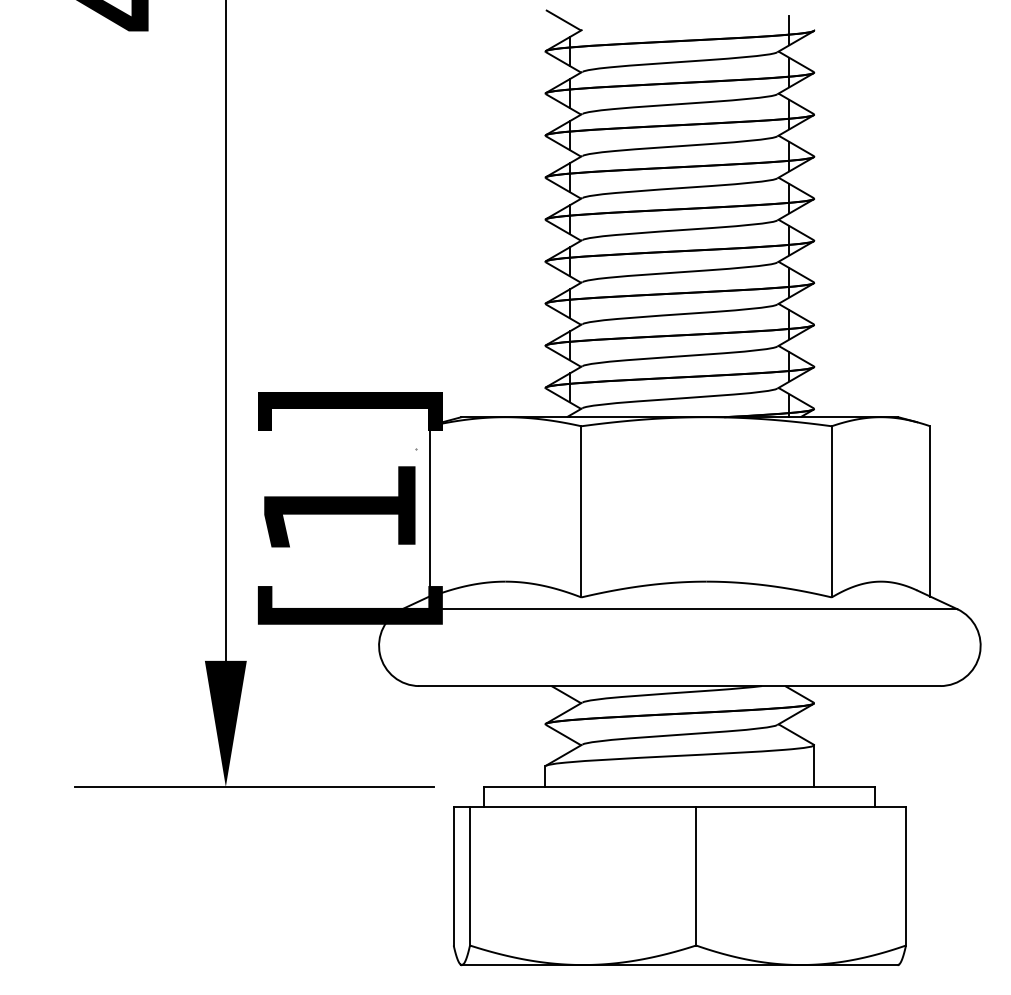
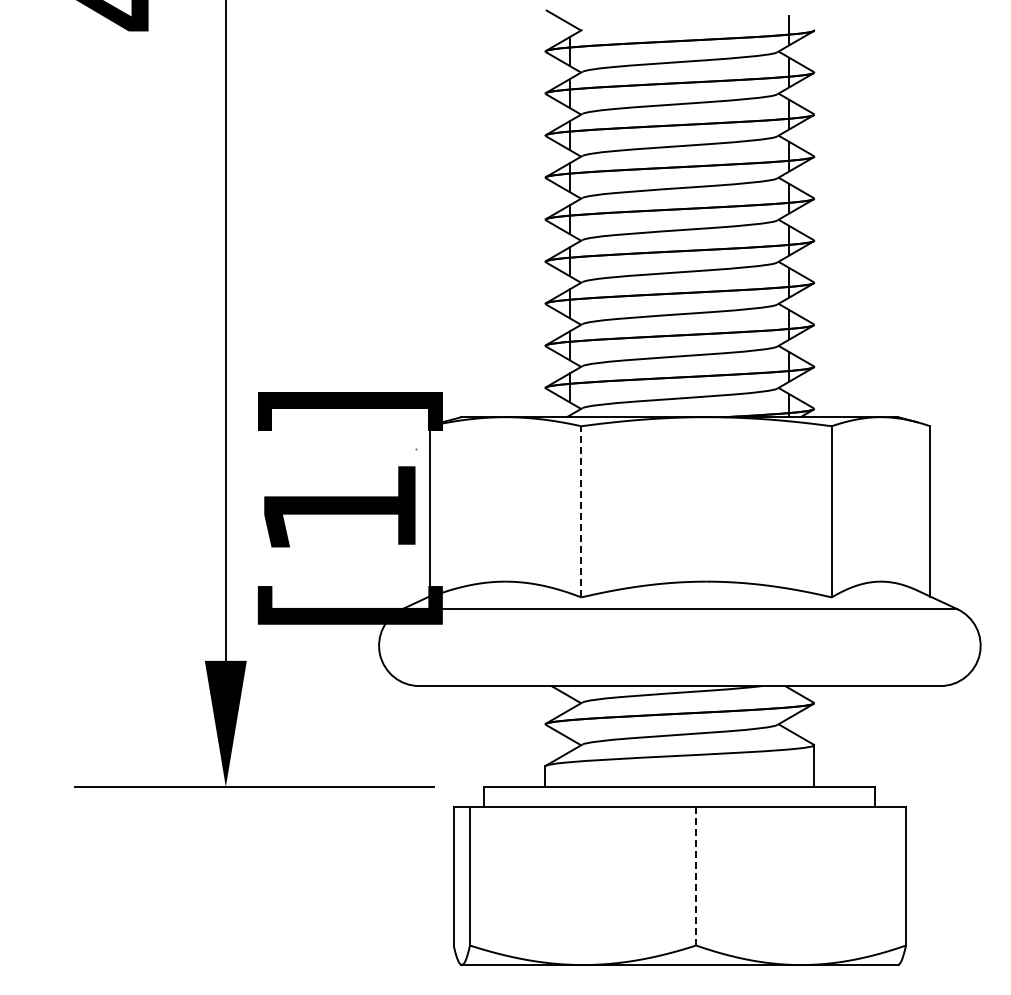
line at (581, 511): solid -> dashed
line at (696, 876): solid -> dashed
